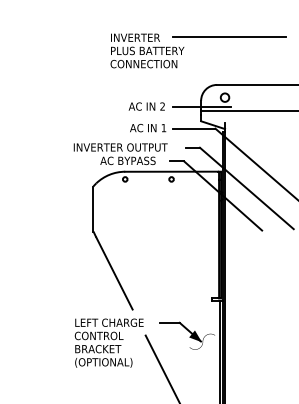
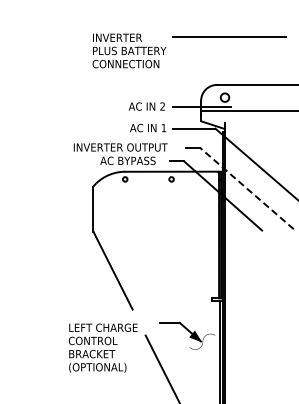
text at (147, 50) position: (147, 50) -> (129, 50)
line at (246, 188): solid -> dashed
text at (108, 342) position: (108, 342) -> (102, 347)
